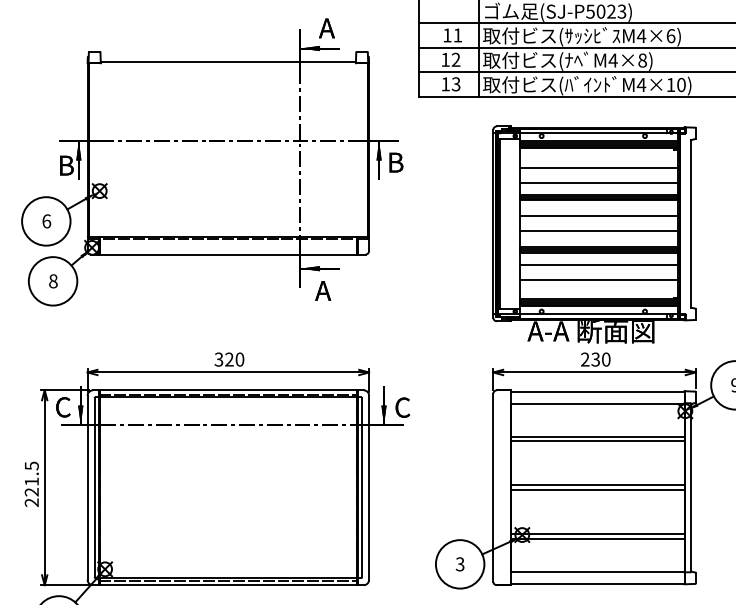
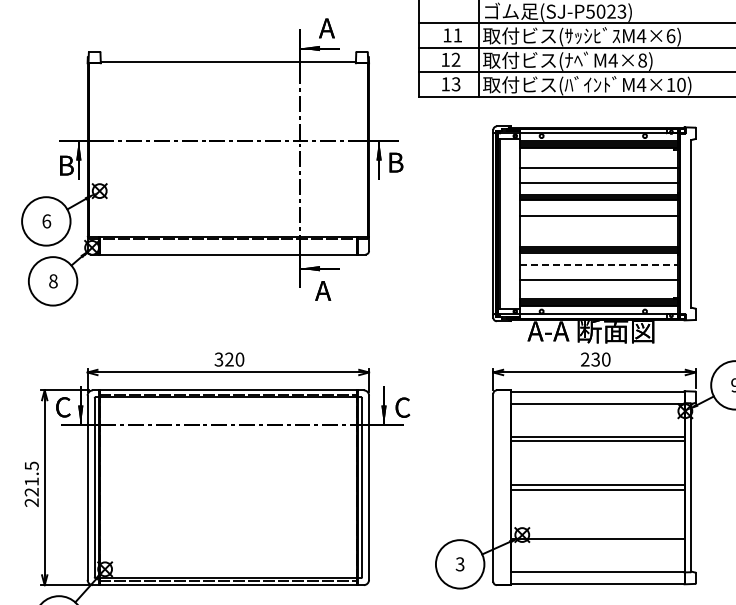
line at (598, 231): present -> none
line at (599, 265): solid -> dashed
line at (597, 534): present -> none
